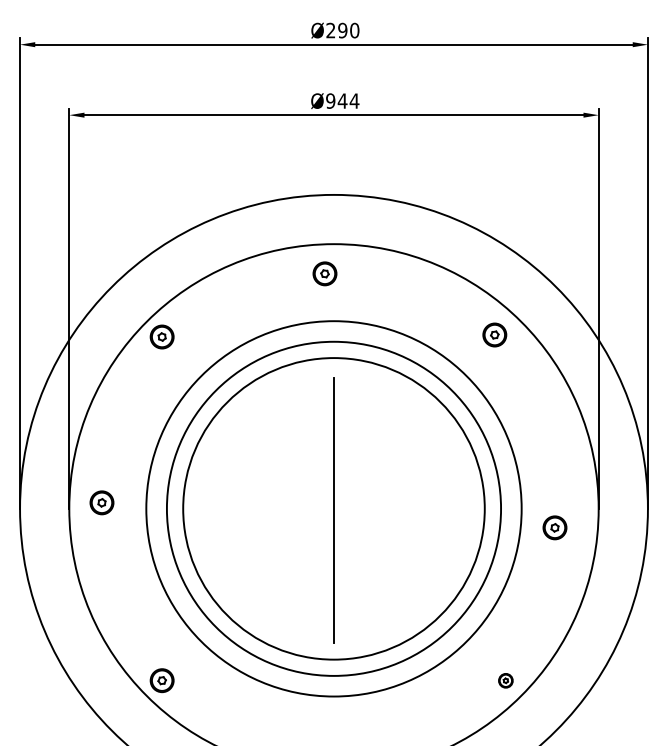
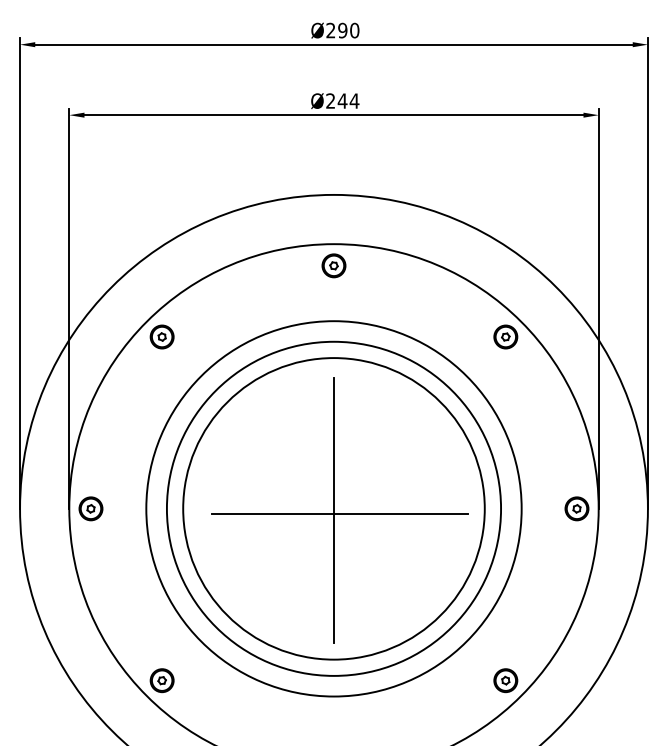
text at (330, 100): Ø944 -> Ø244
part at (324, 273) position: (324, 273) -> (333, 265)
part at (494, 334) position: (494, 334) -> (505, 336)
part at (101, 502) position: (101, 502) -> (90, 508)
line at (339, 514): none -> present
part at (554, 527) position: (554, 527) -> (576, 508)
part at (505, 680) size: 16x16 px -> 26x26 px
